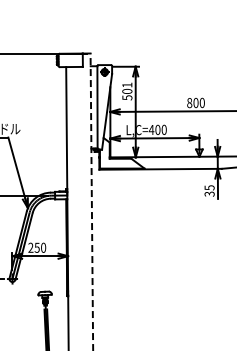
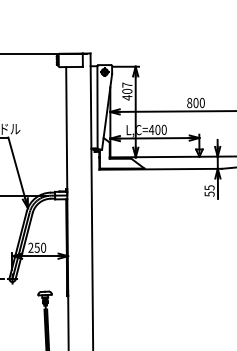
text at (127, 91): 501 -> 407
text at (207, 193): 35 -> 55
line at (91, 201): dashed -> solid
